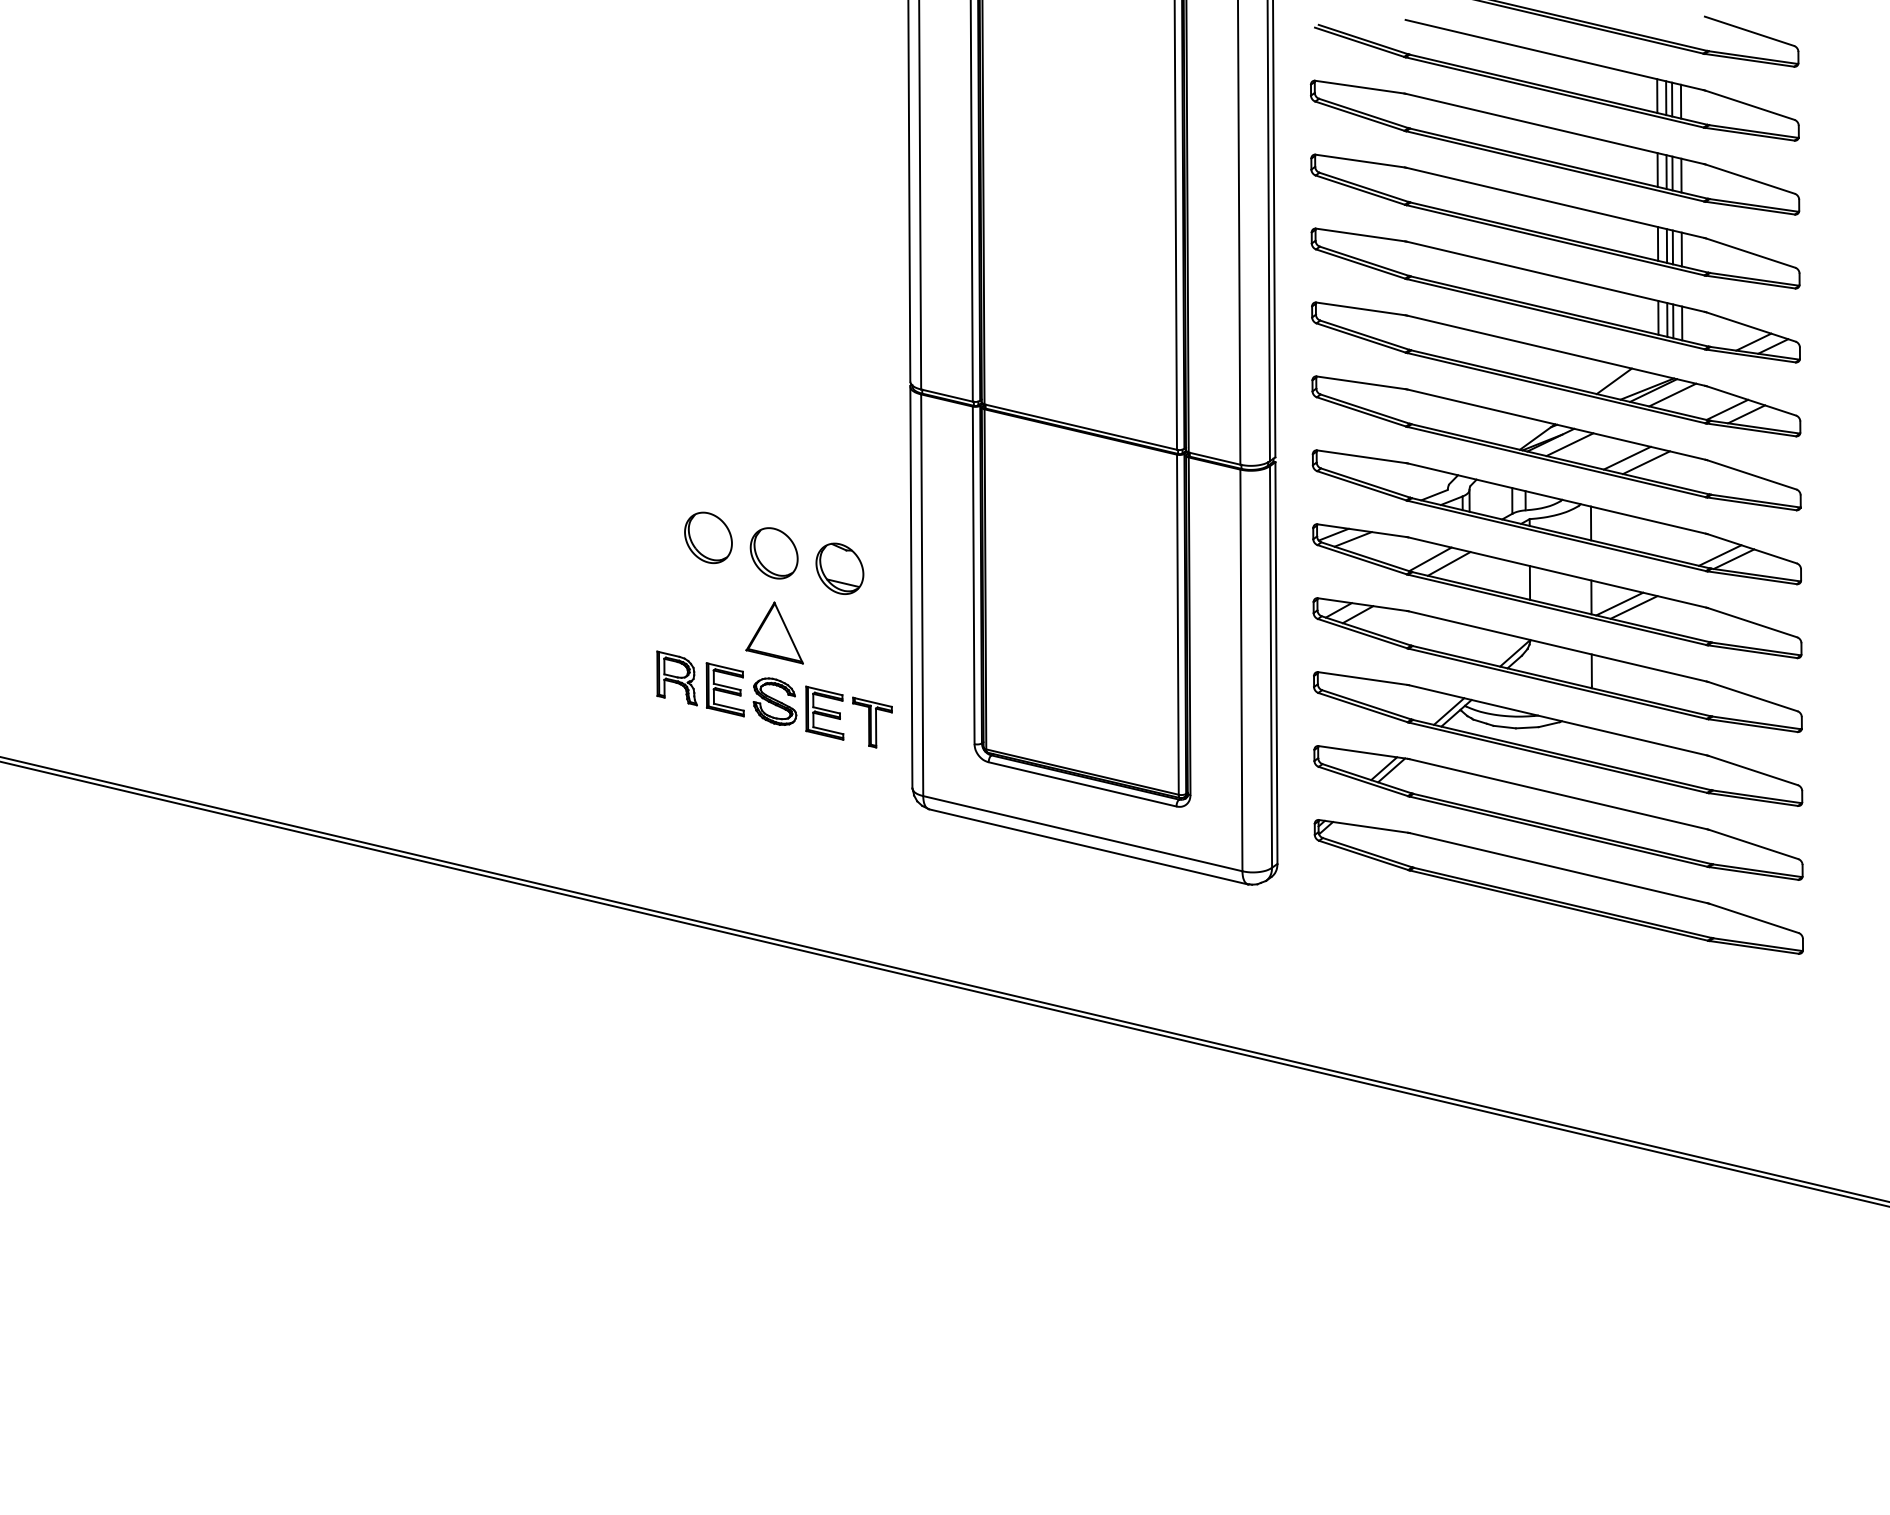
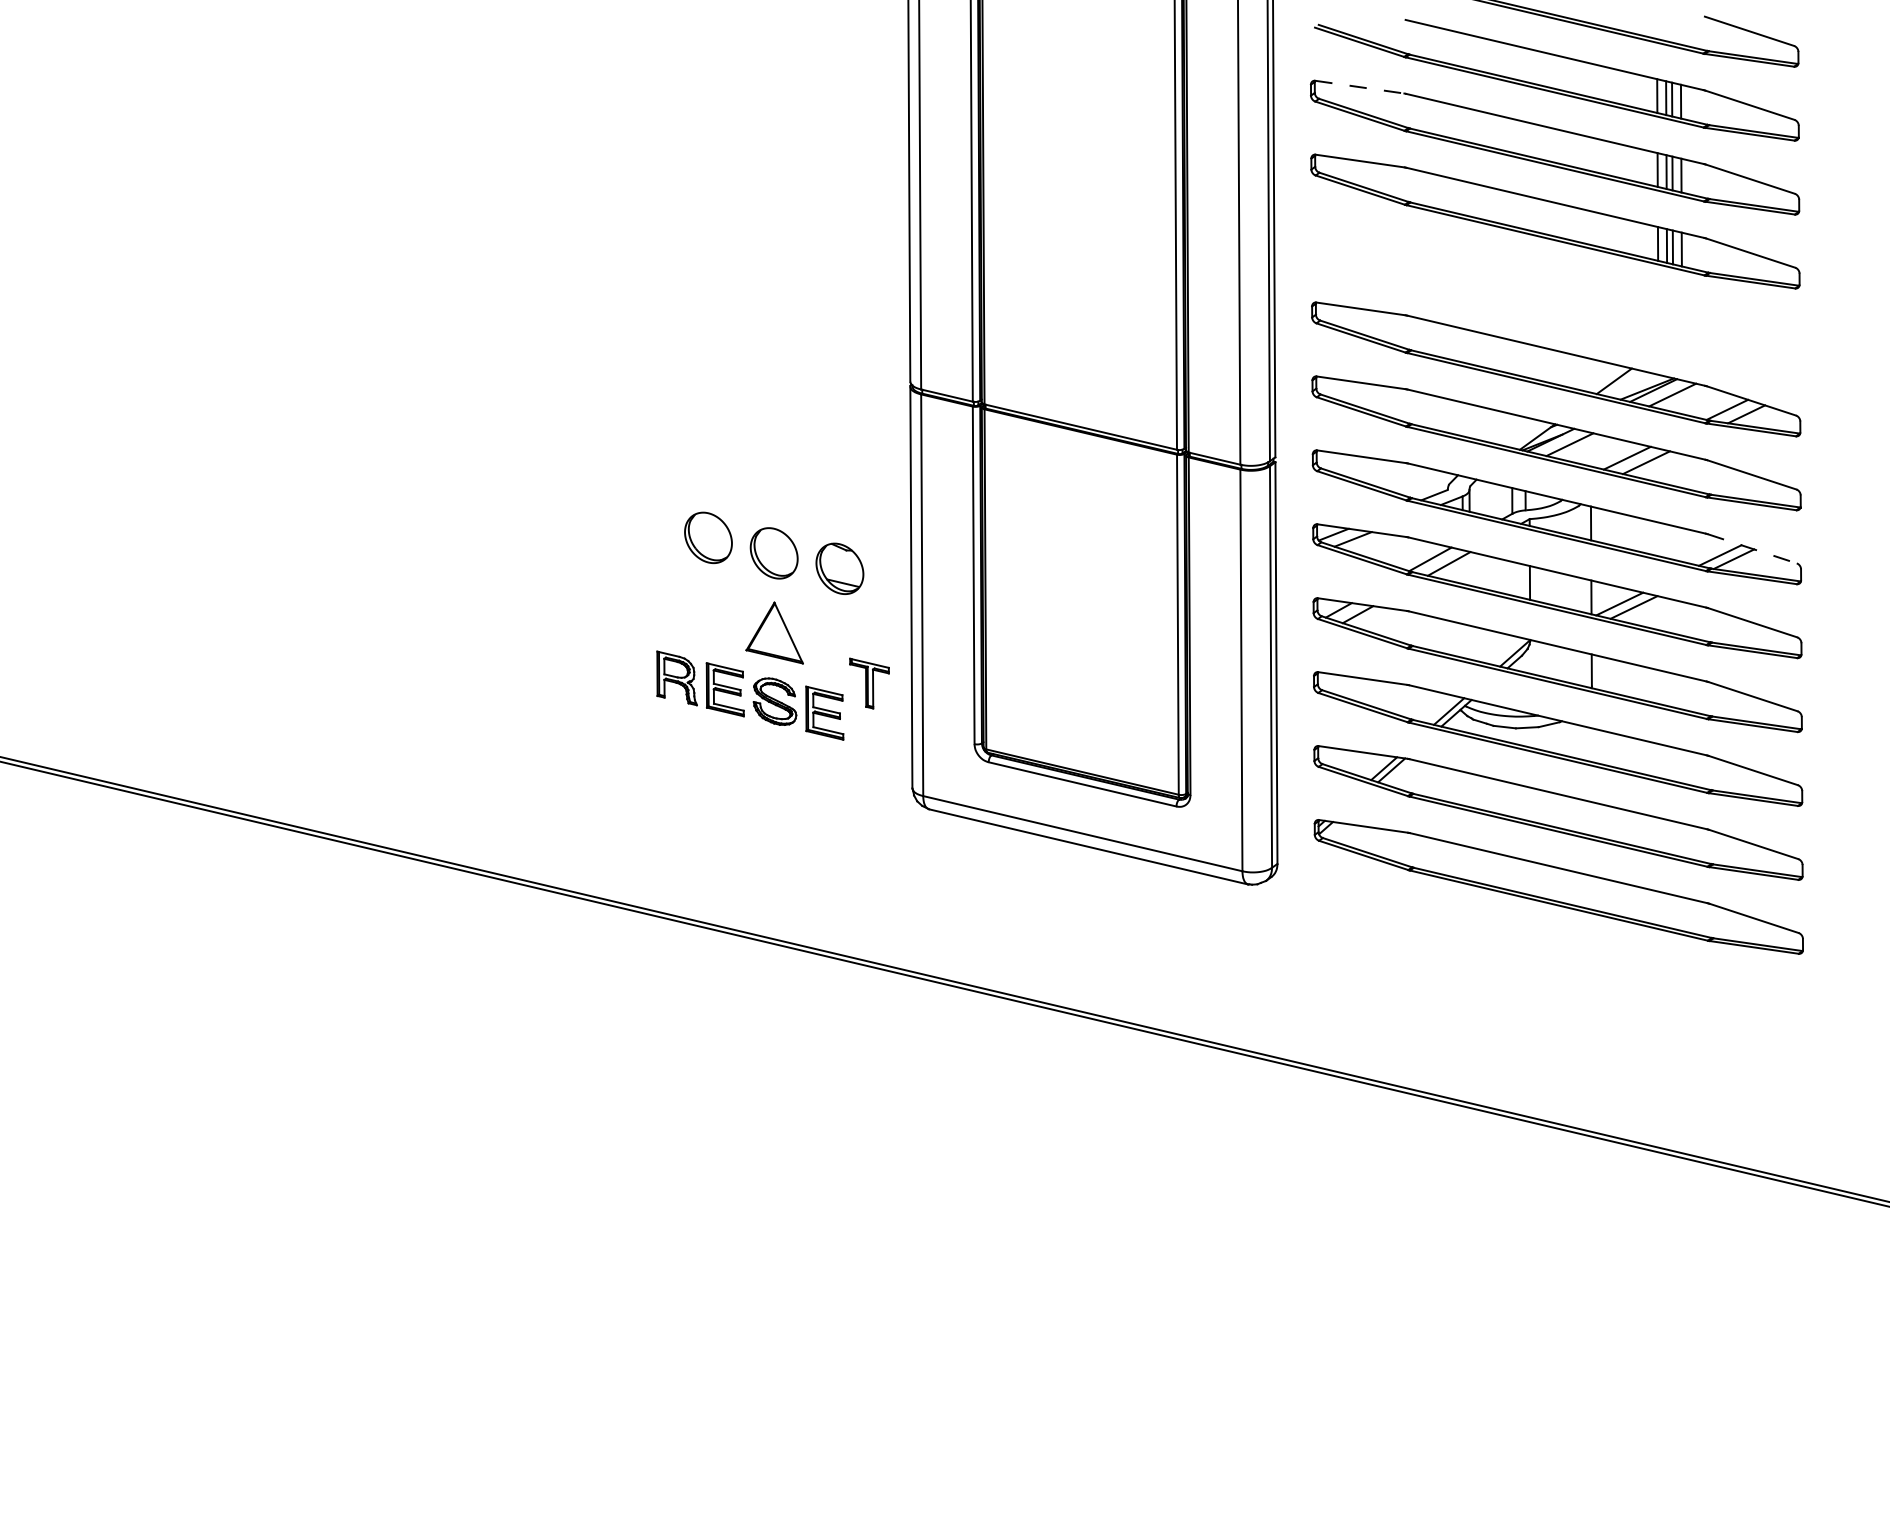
line at (1360, 87): solid -> dashed
part at (1555, 295): present -> none
line at (1752, 548): solid -> dashed
part at (872, 722) position: (872, 722) -> (869, 683)
